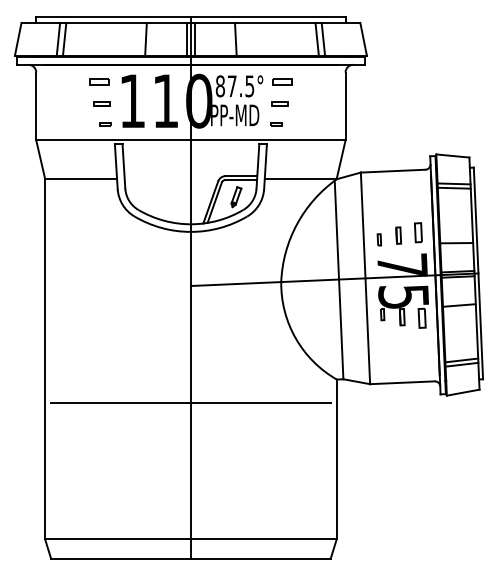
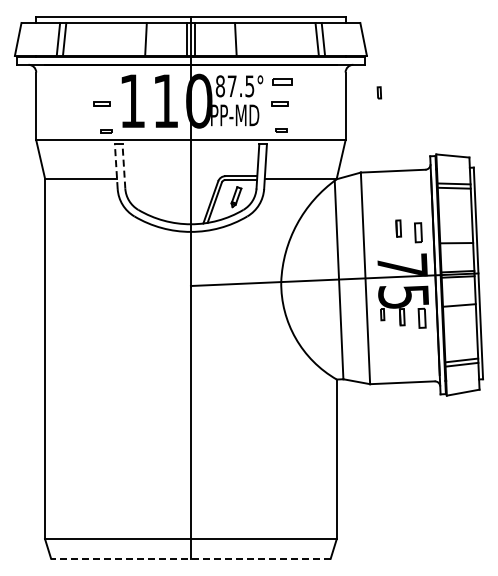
part at (99, 81): present -> none
part at (105, 124) position: (105, 124) -> (106, 131)
part at (276, 124) position: (276, 124) -> (281, 130)
line at (123, 165): solid -> dashed
line at (116, 166): solid -> dashed
part at (398, 235) position: (398, 235) -> (398, 228)
part at (379, 239) position: (379, 239) -> (379, 92)
line at (190, 402): present -> none
line at (190, 558): solid -> dashed
